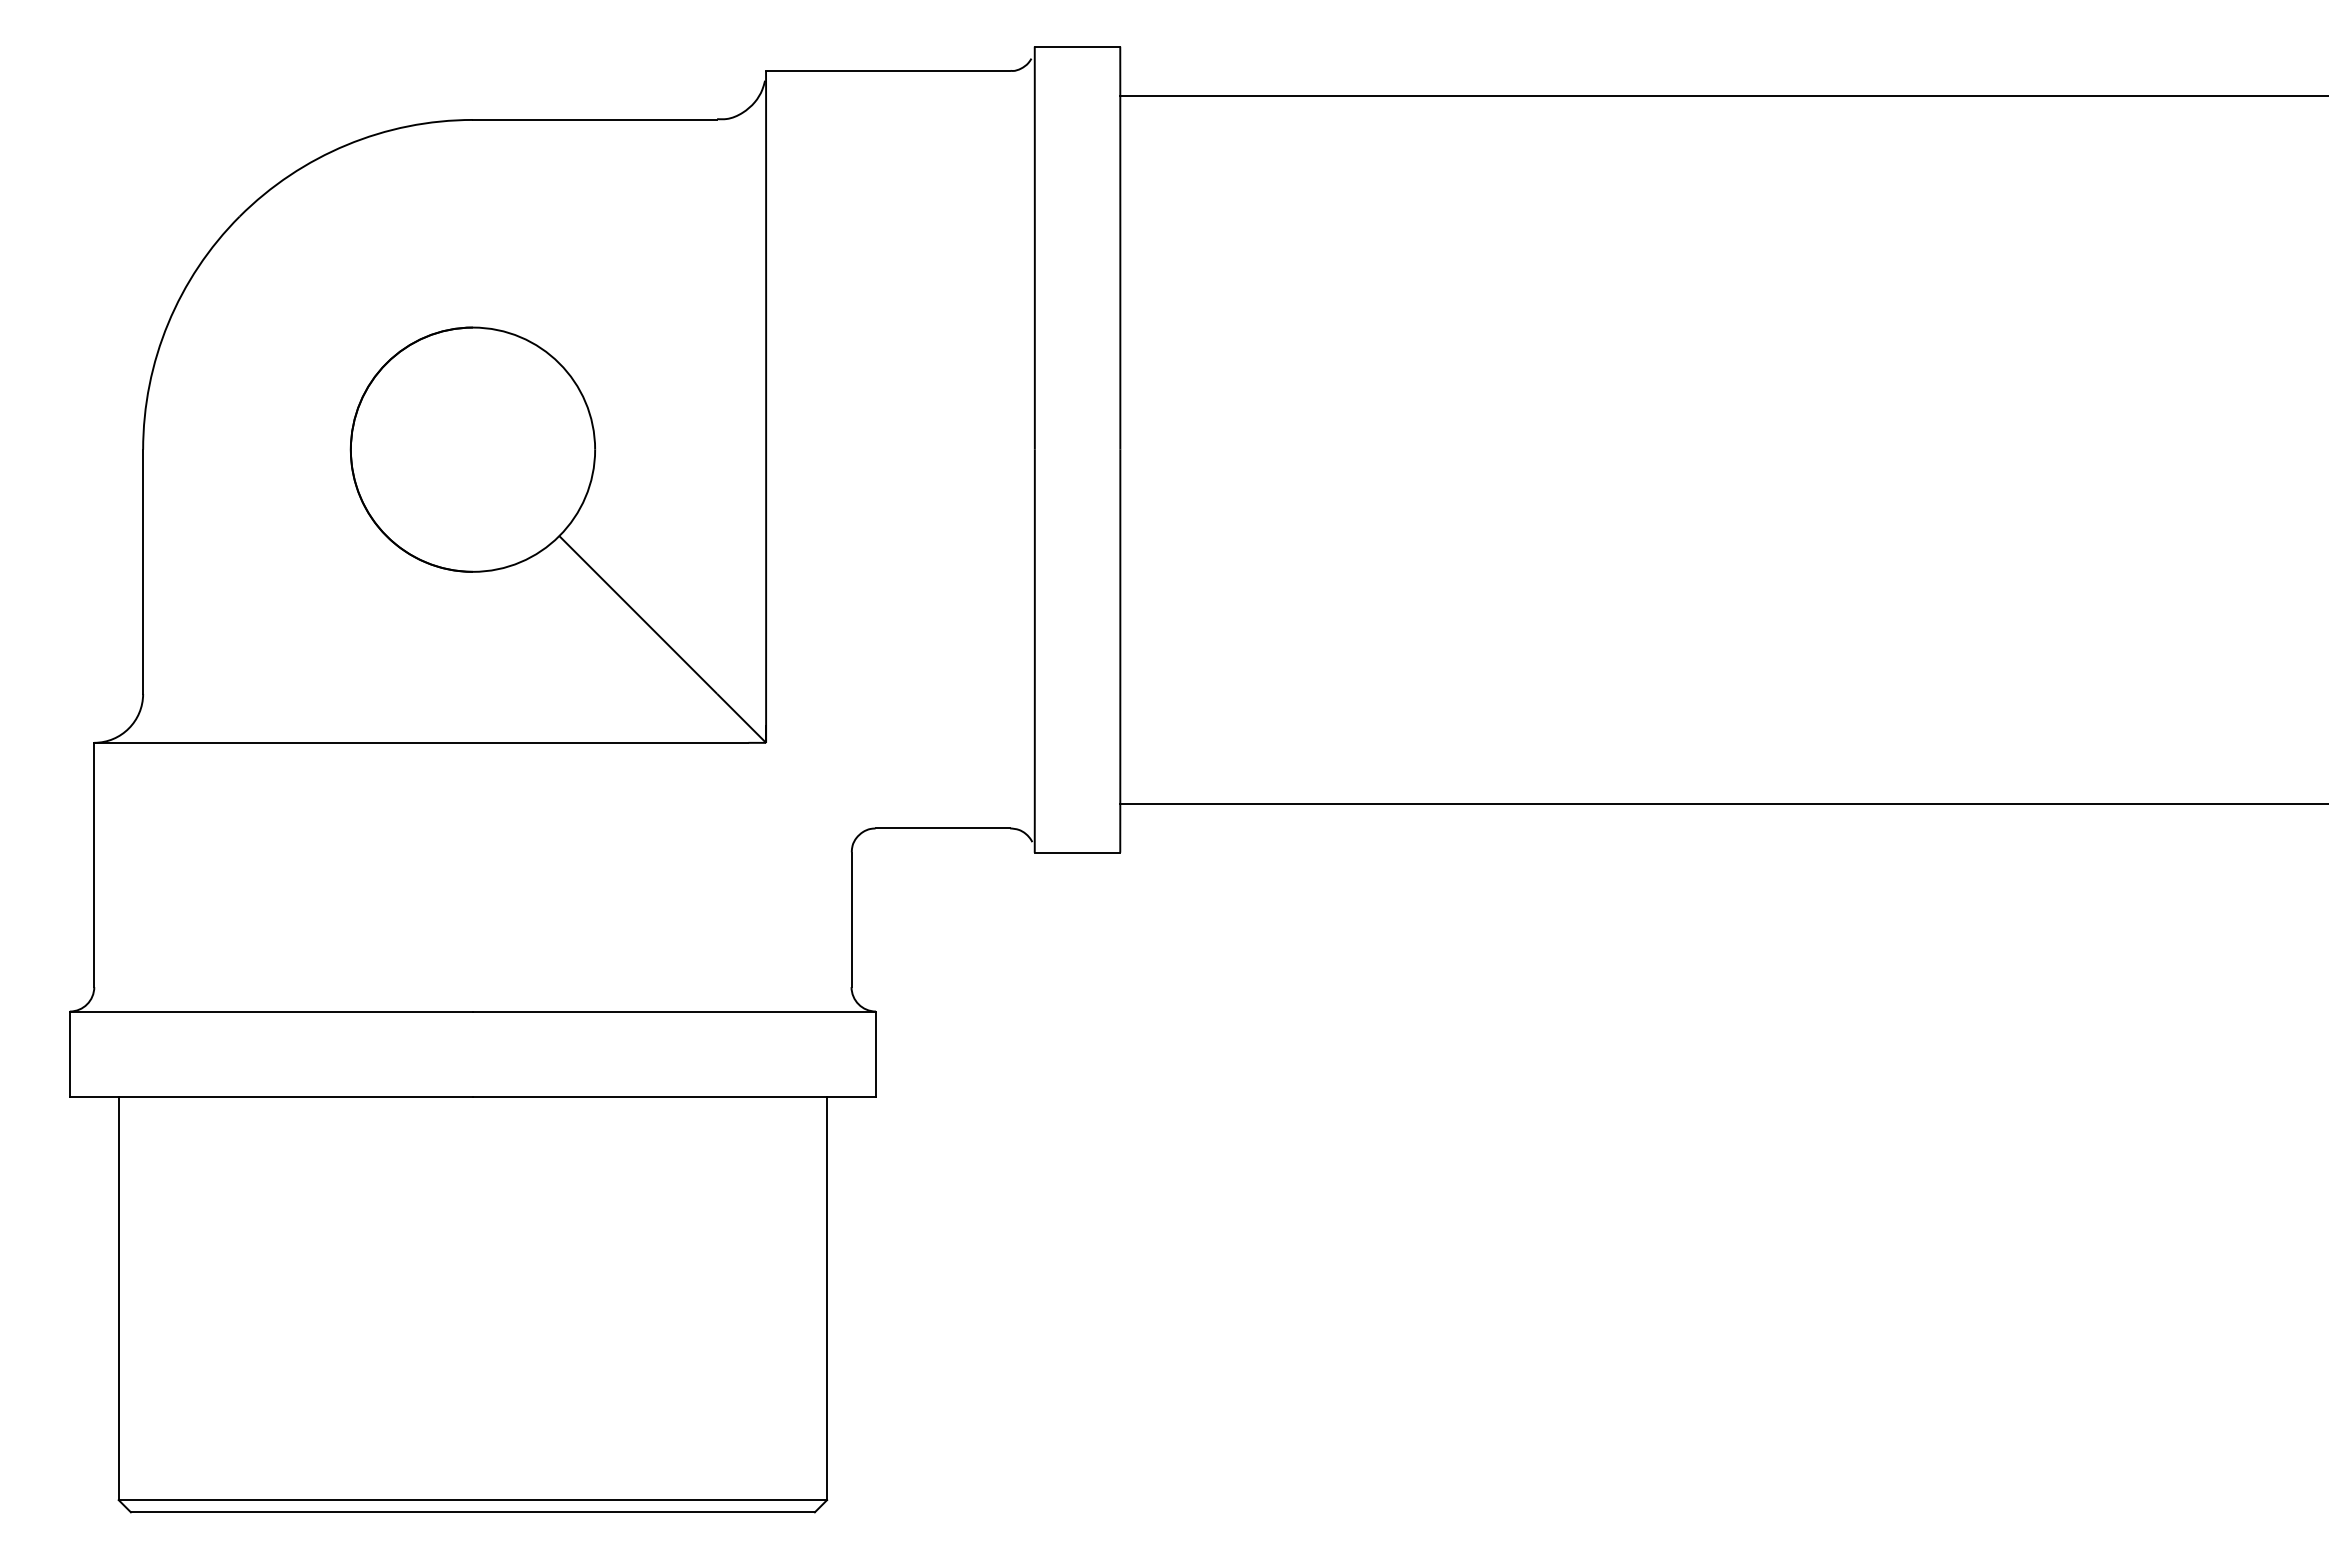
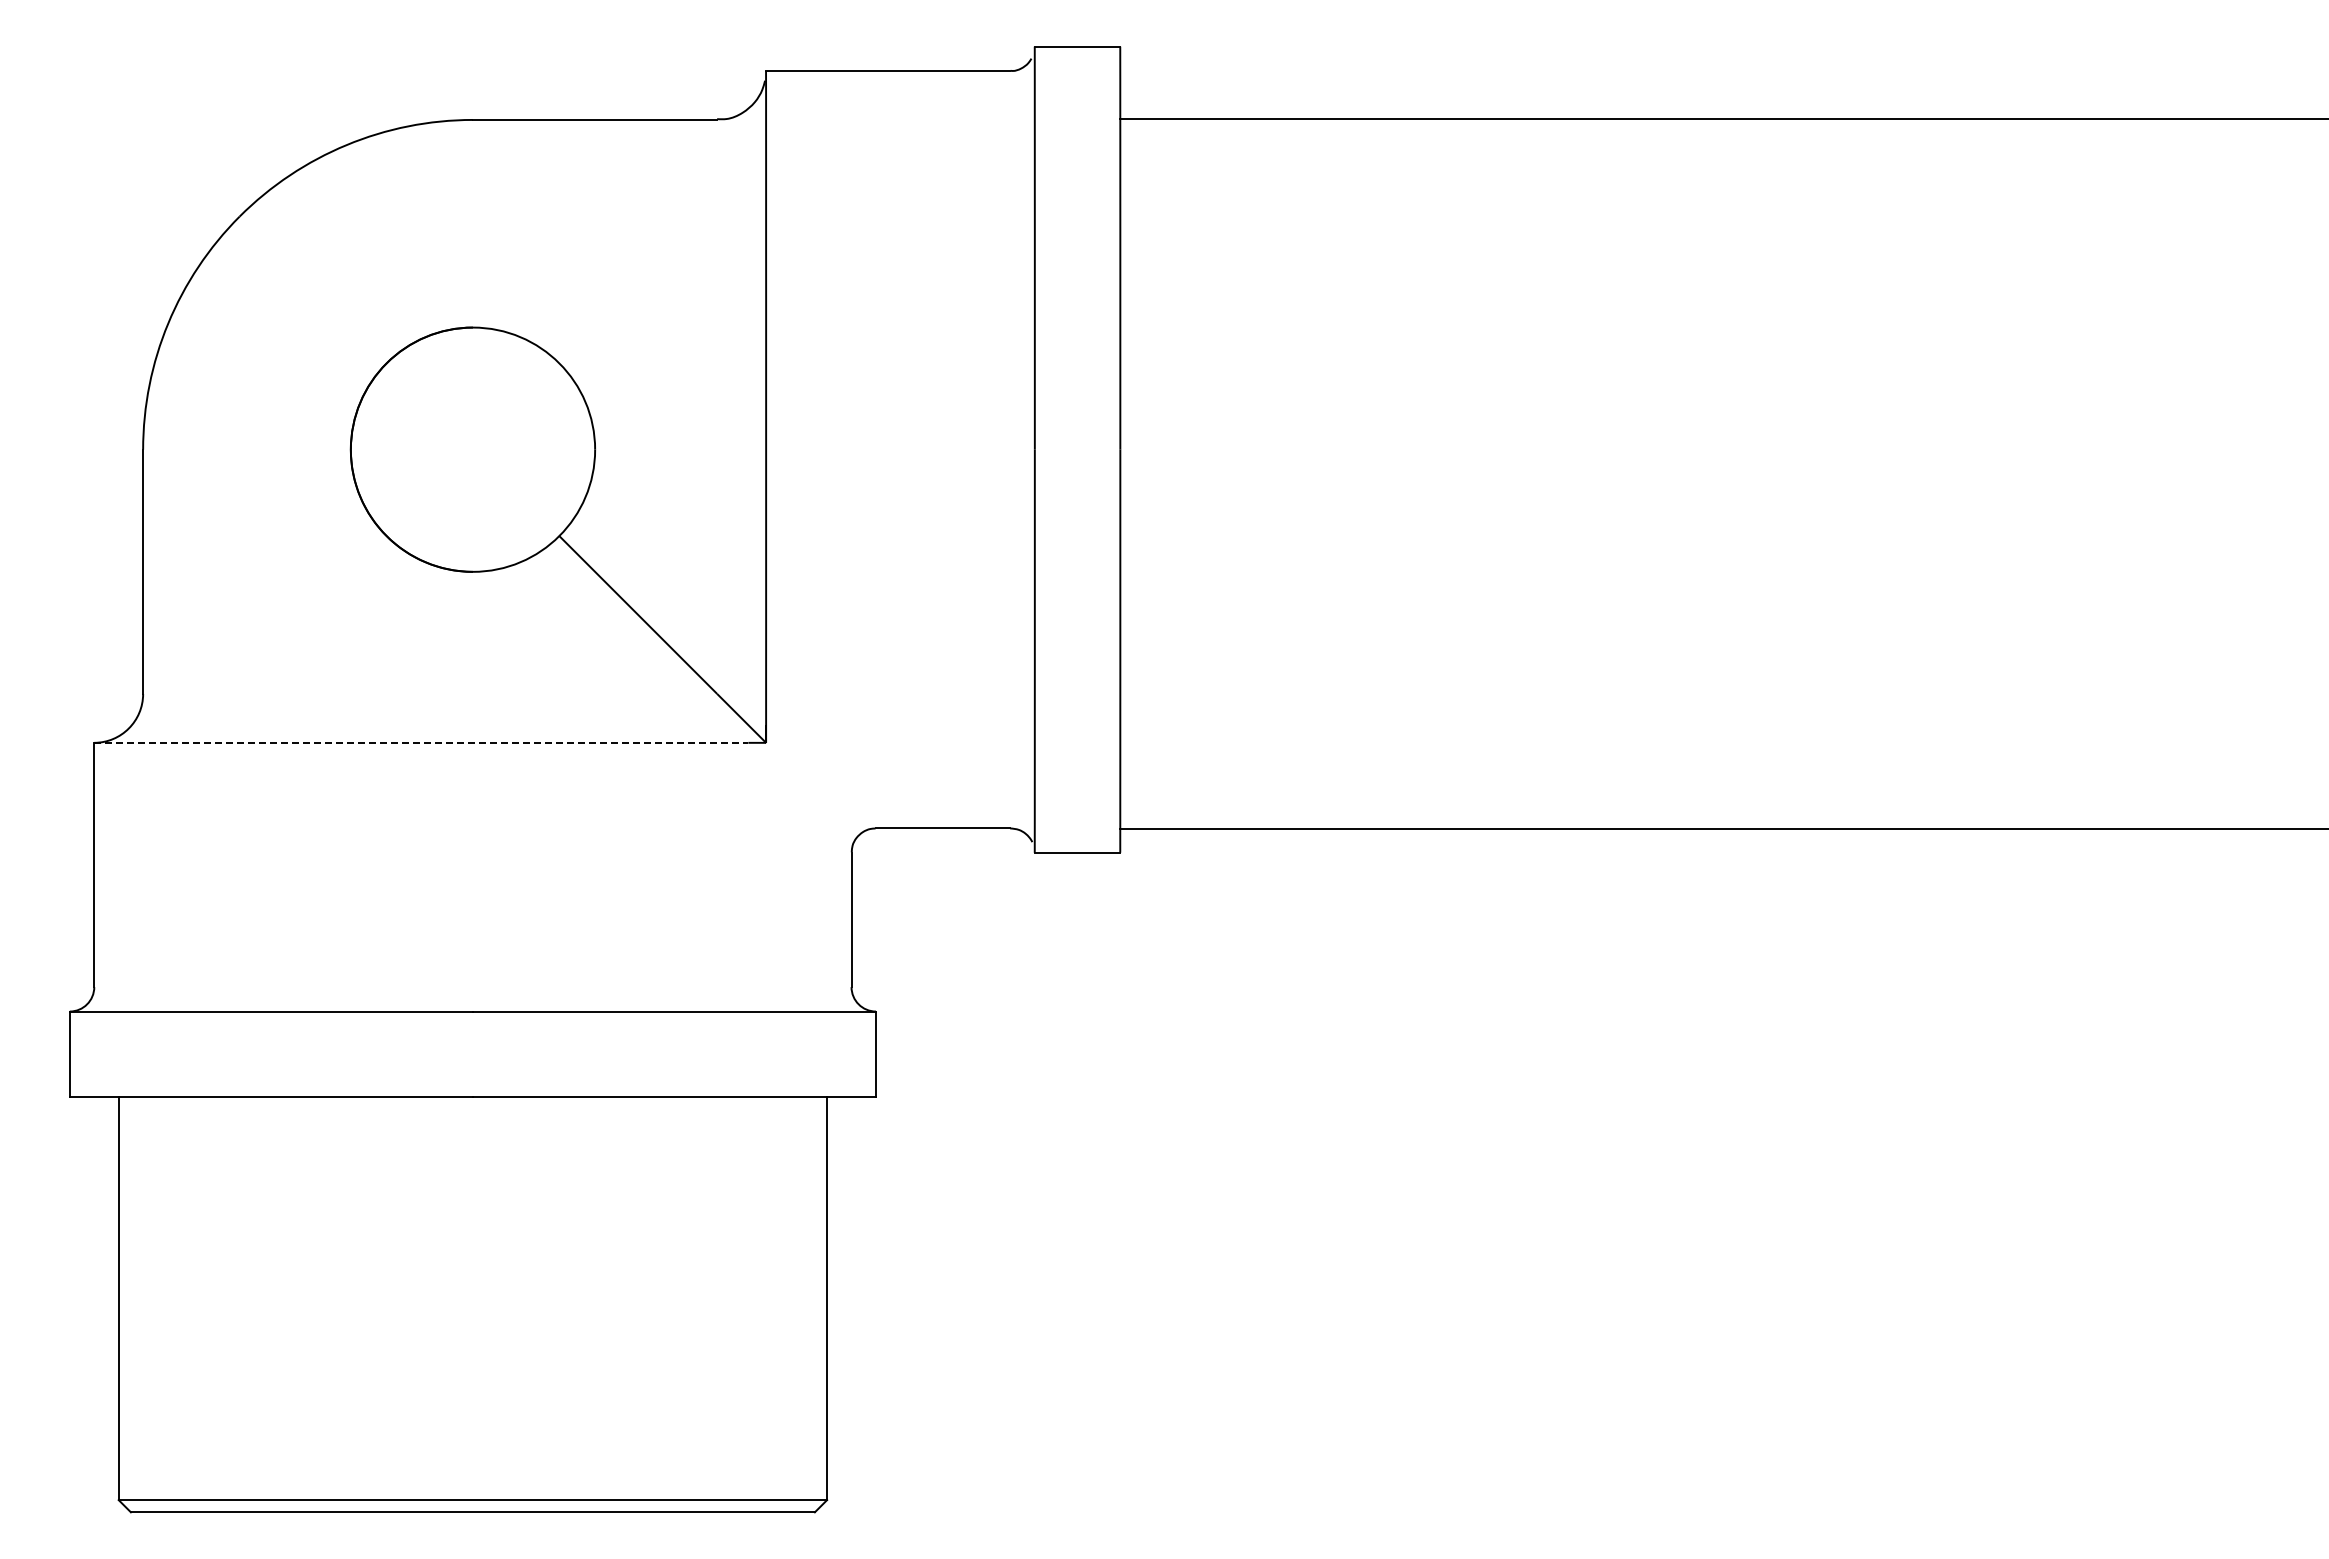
line at (1722, 95) position: (1722, 95) -> (1722, 118)
line at (421, 742): solid -> dashed
line at (1722, 803) position: (1722, 803) -> (1722, 828)
